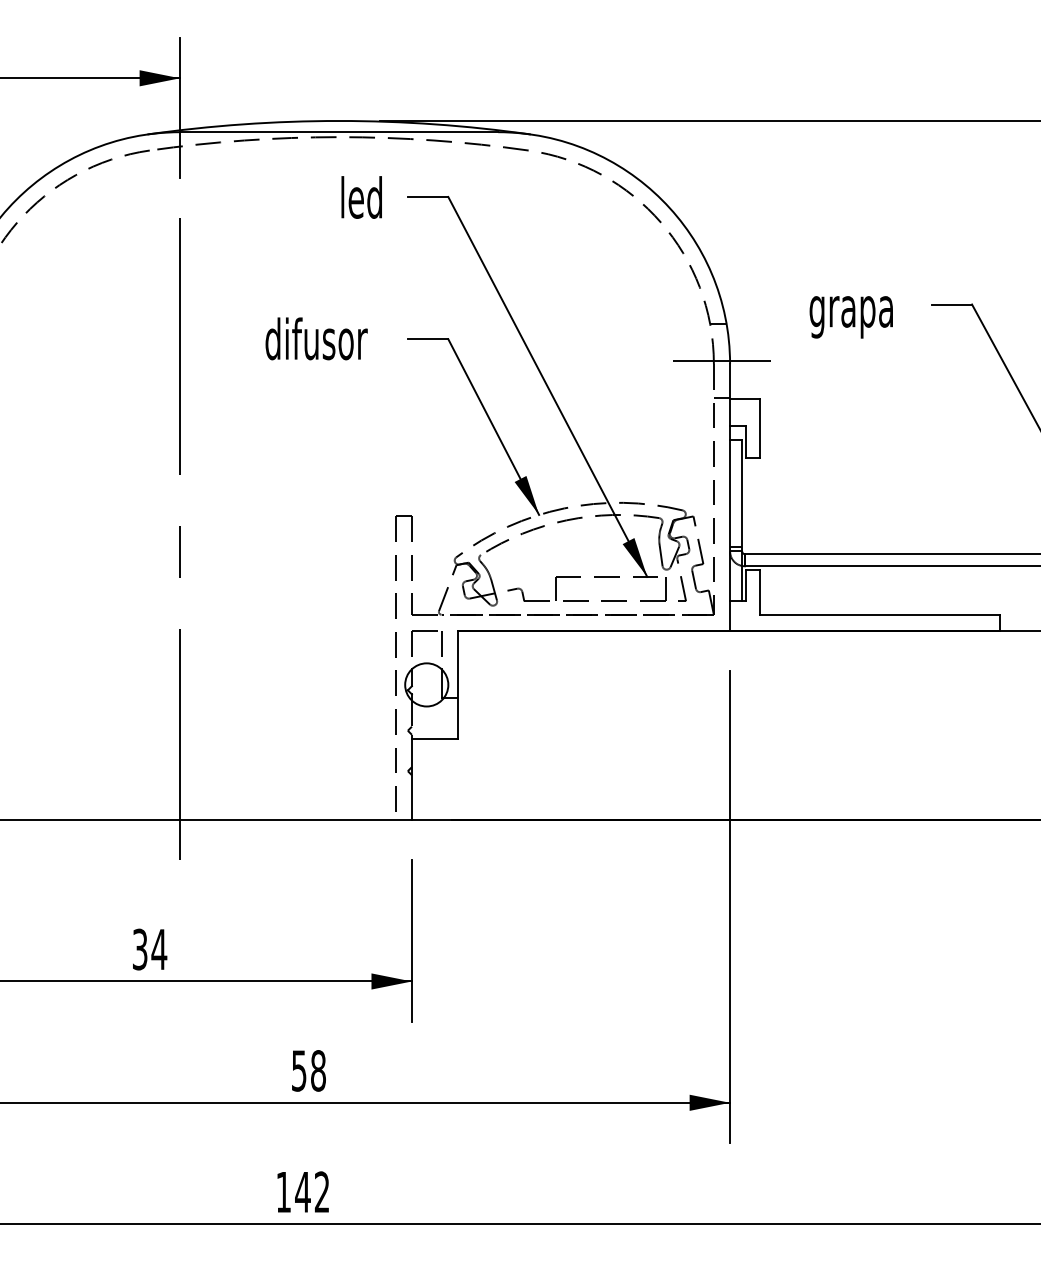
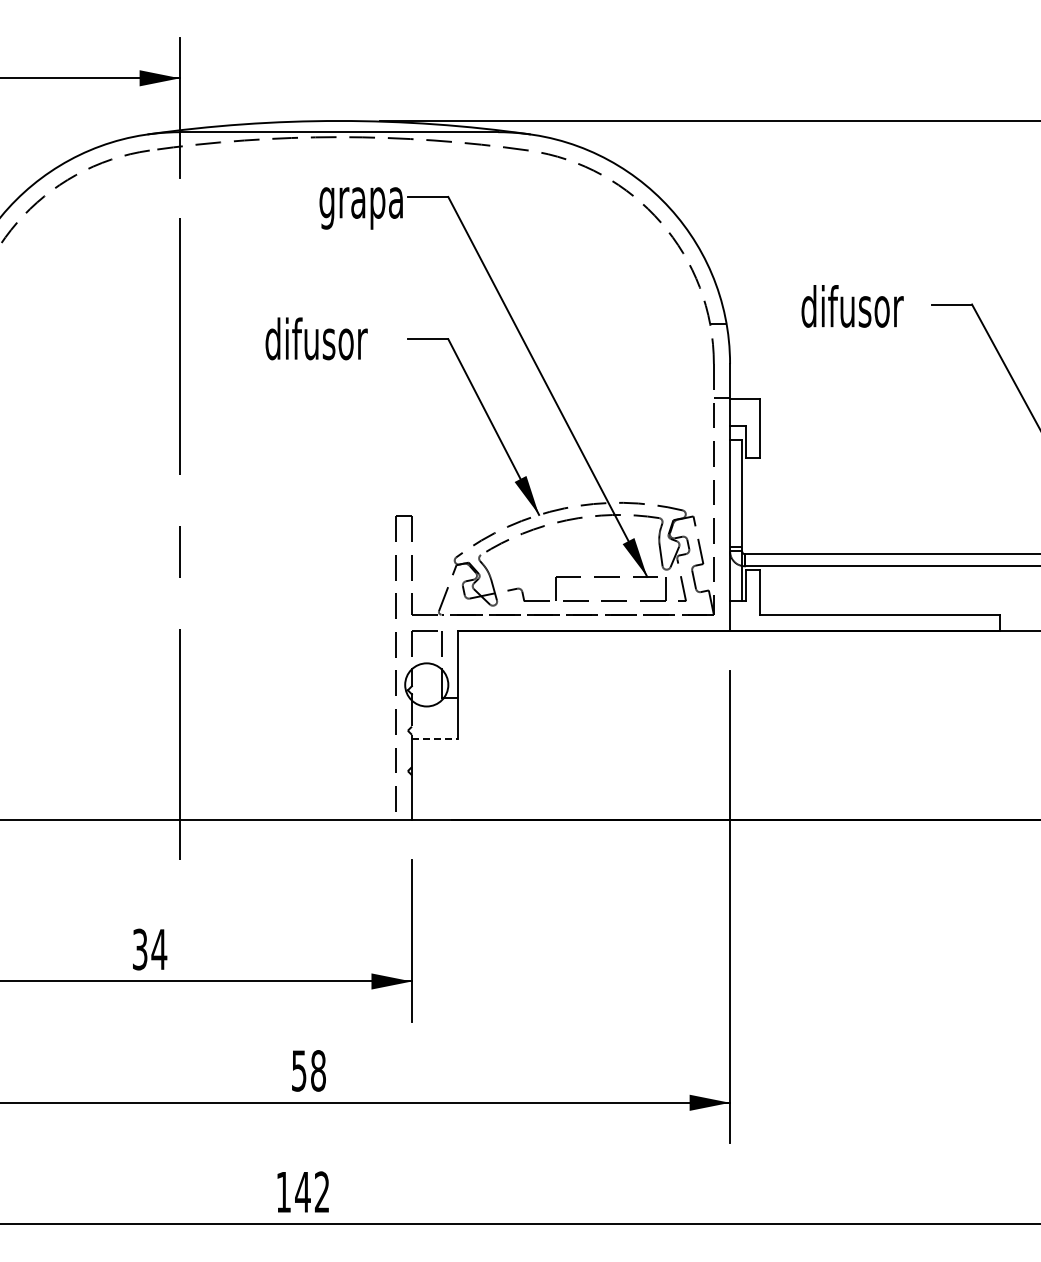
text at (360, 202): led -> grapa
text at (852, 311): grapa -> difusor
line at (721, 361): present -> none
line at (434, 738): solid -> dashed
